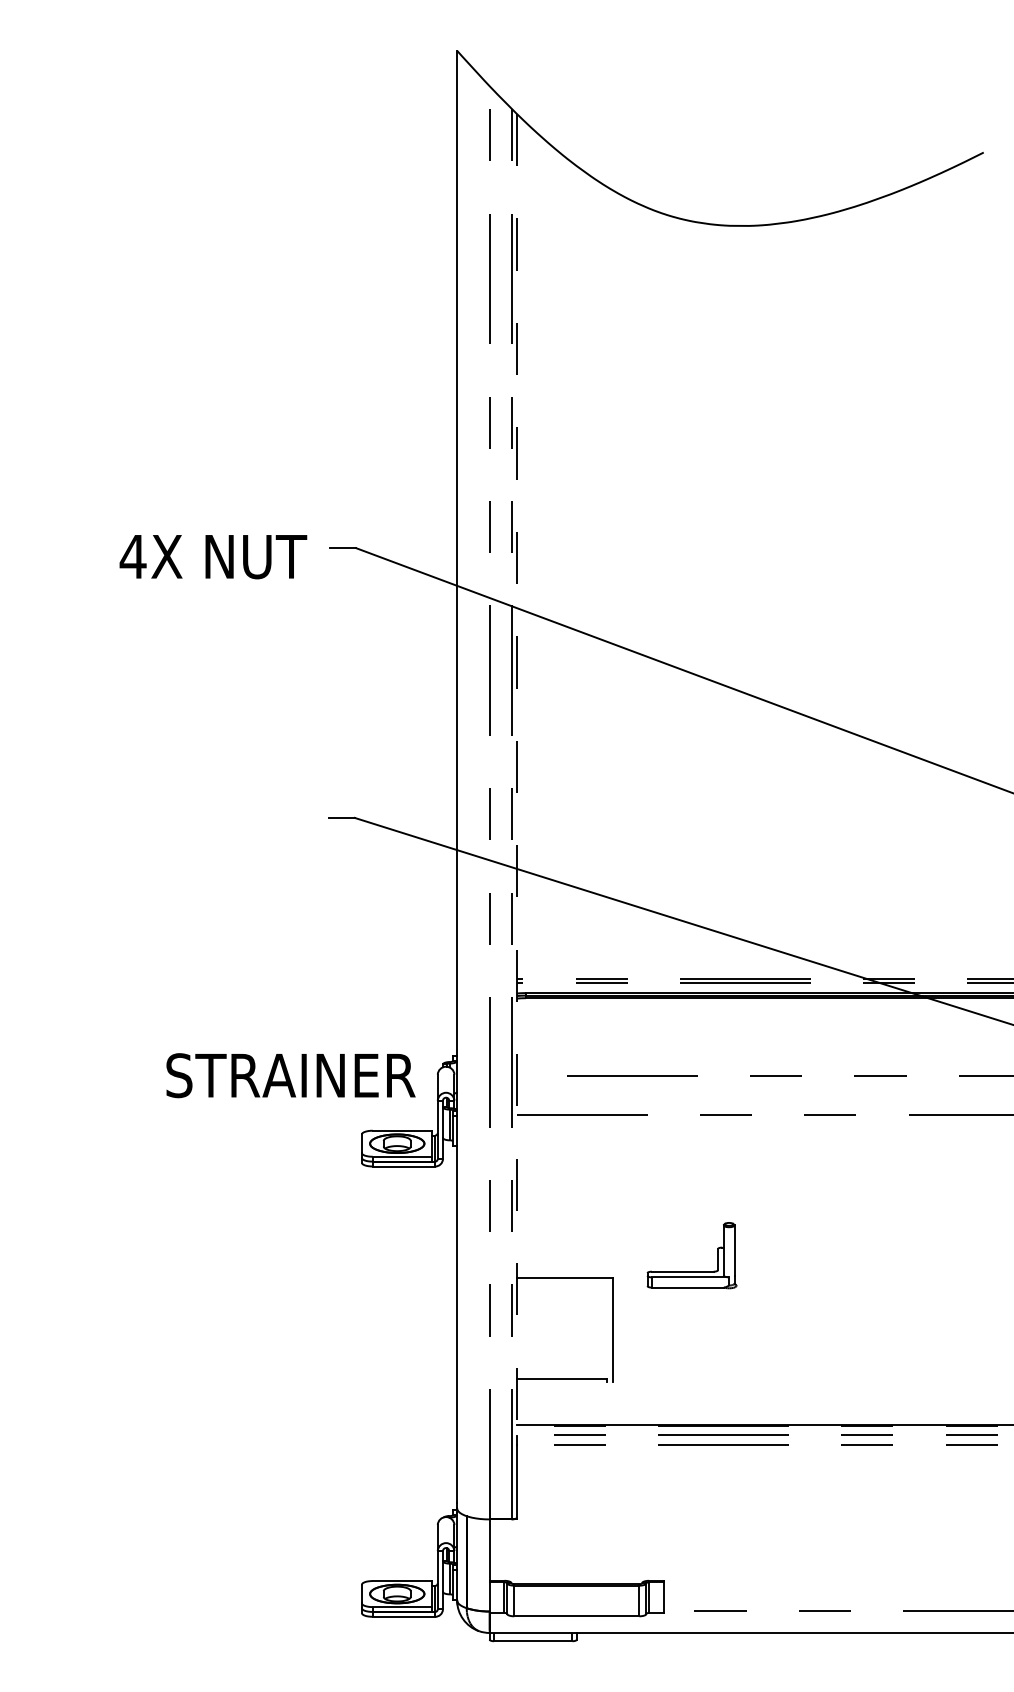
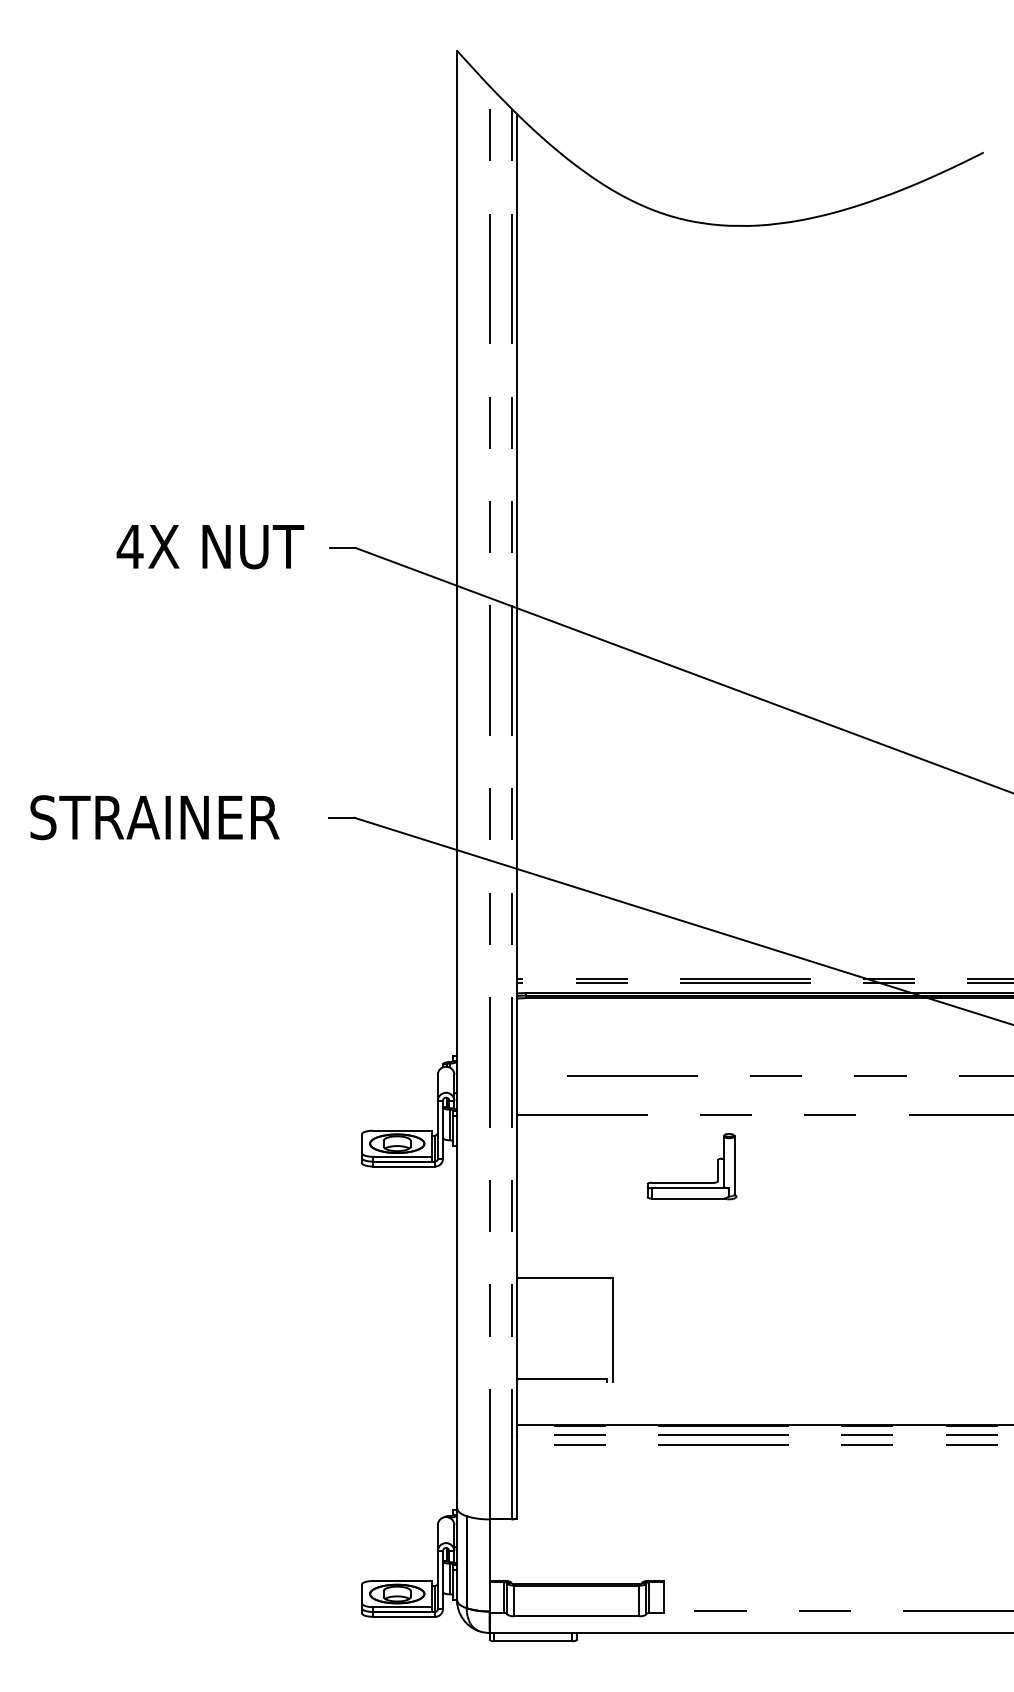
text at (213, 557) position: (213, 557) -> (210, 547)
line at (516, 775): dashed -> solid
text at (290, 1075) position: (290, 1075) -> (154, 817)
part at (691, 1271) position: (691, 1271) -> (691, 1182)
